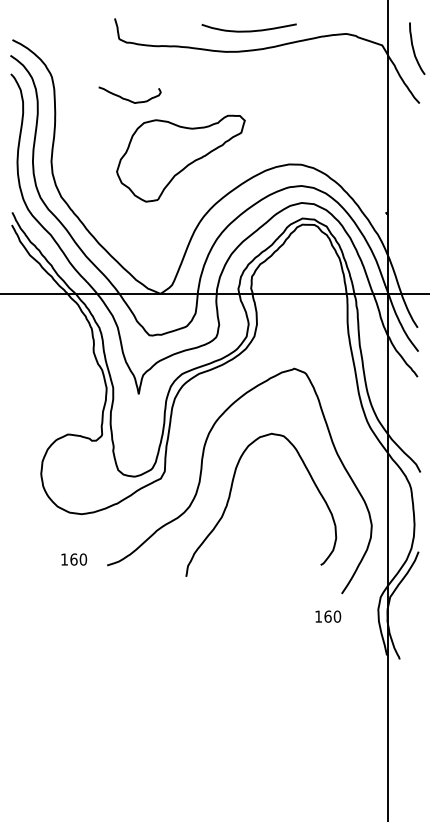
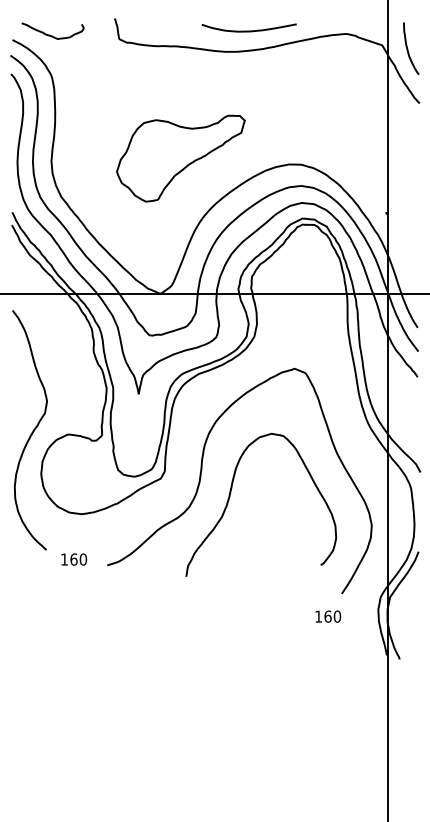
curve at (414, 48) position: (414, 48) -> (408, 48)
curve at (126, 98) position: (126, 98) -> (49, 34)
curve at (31, 432): none -> present
